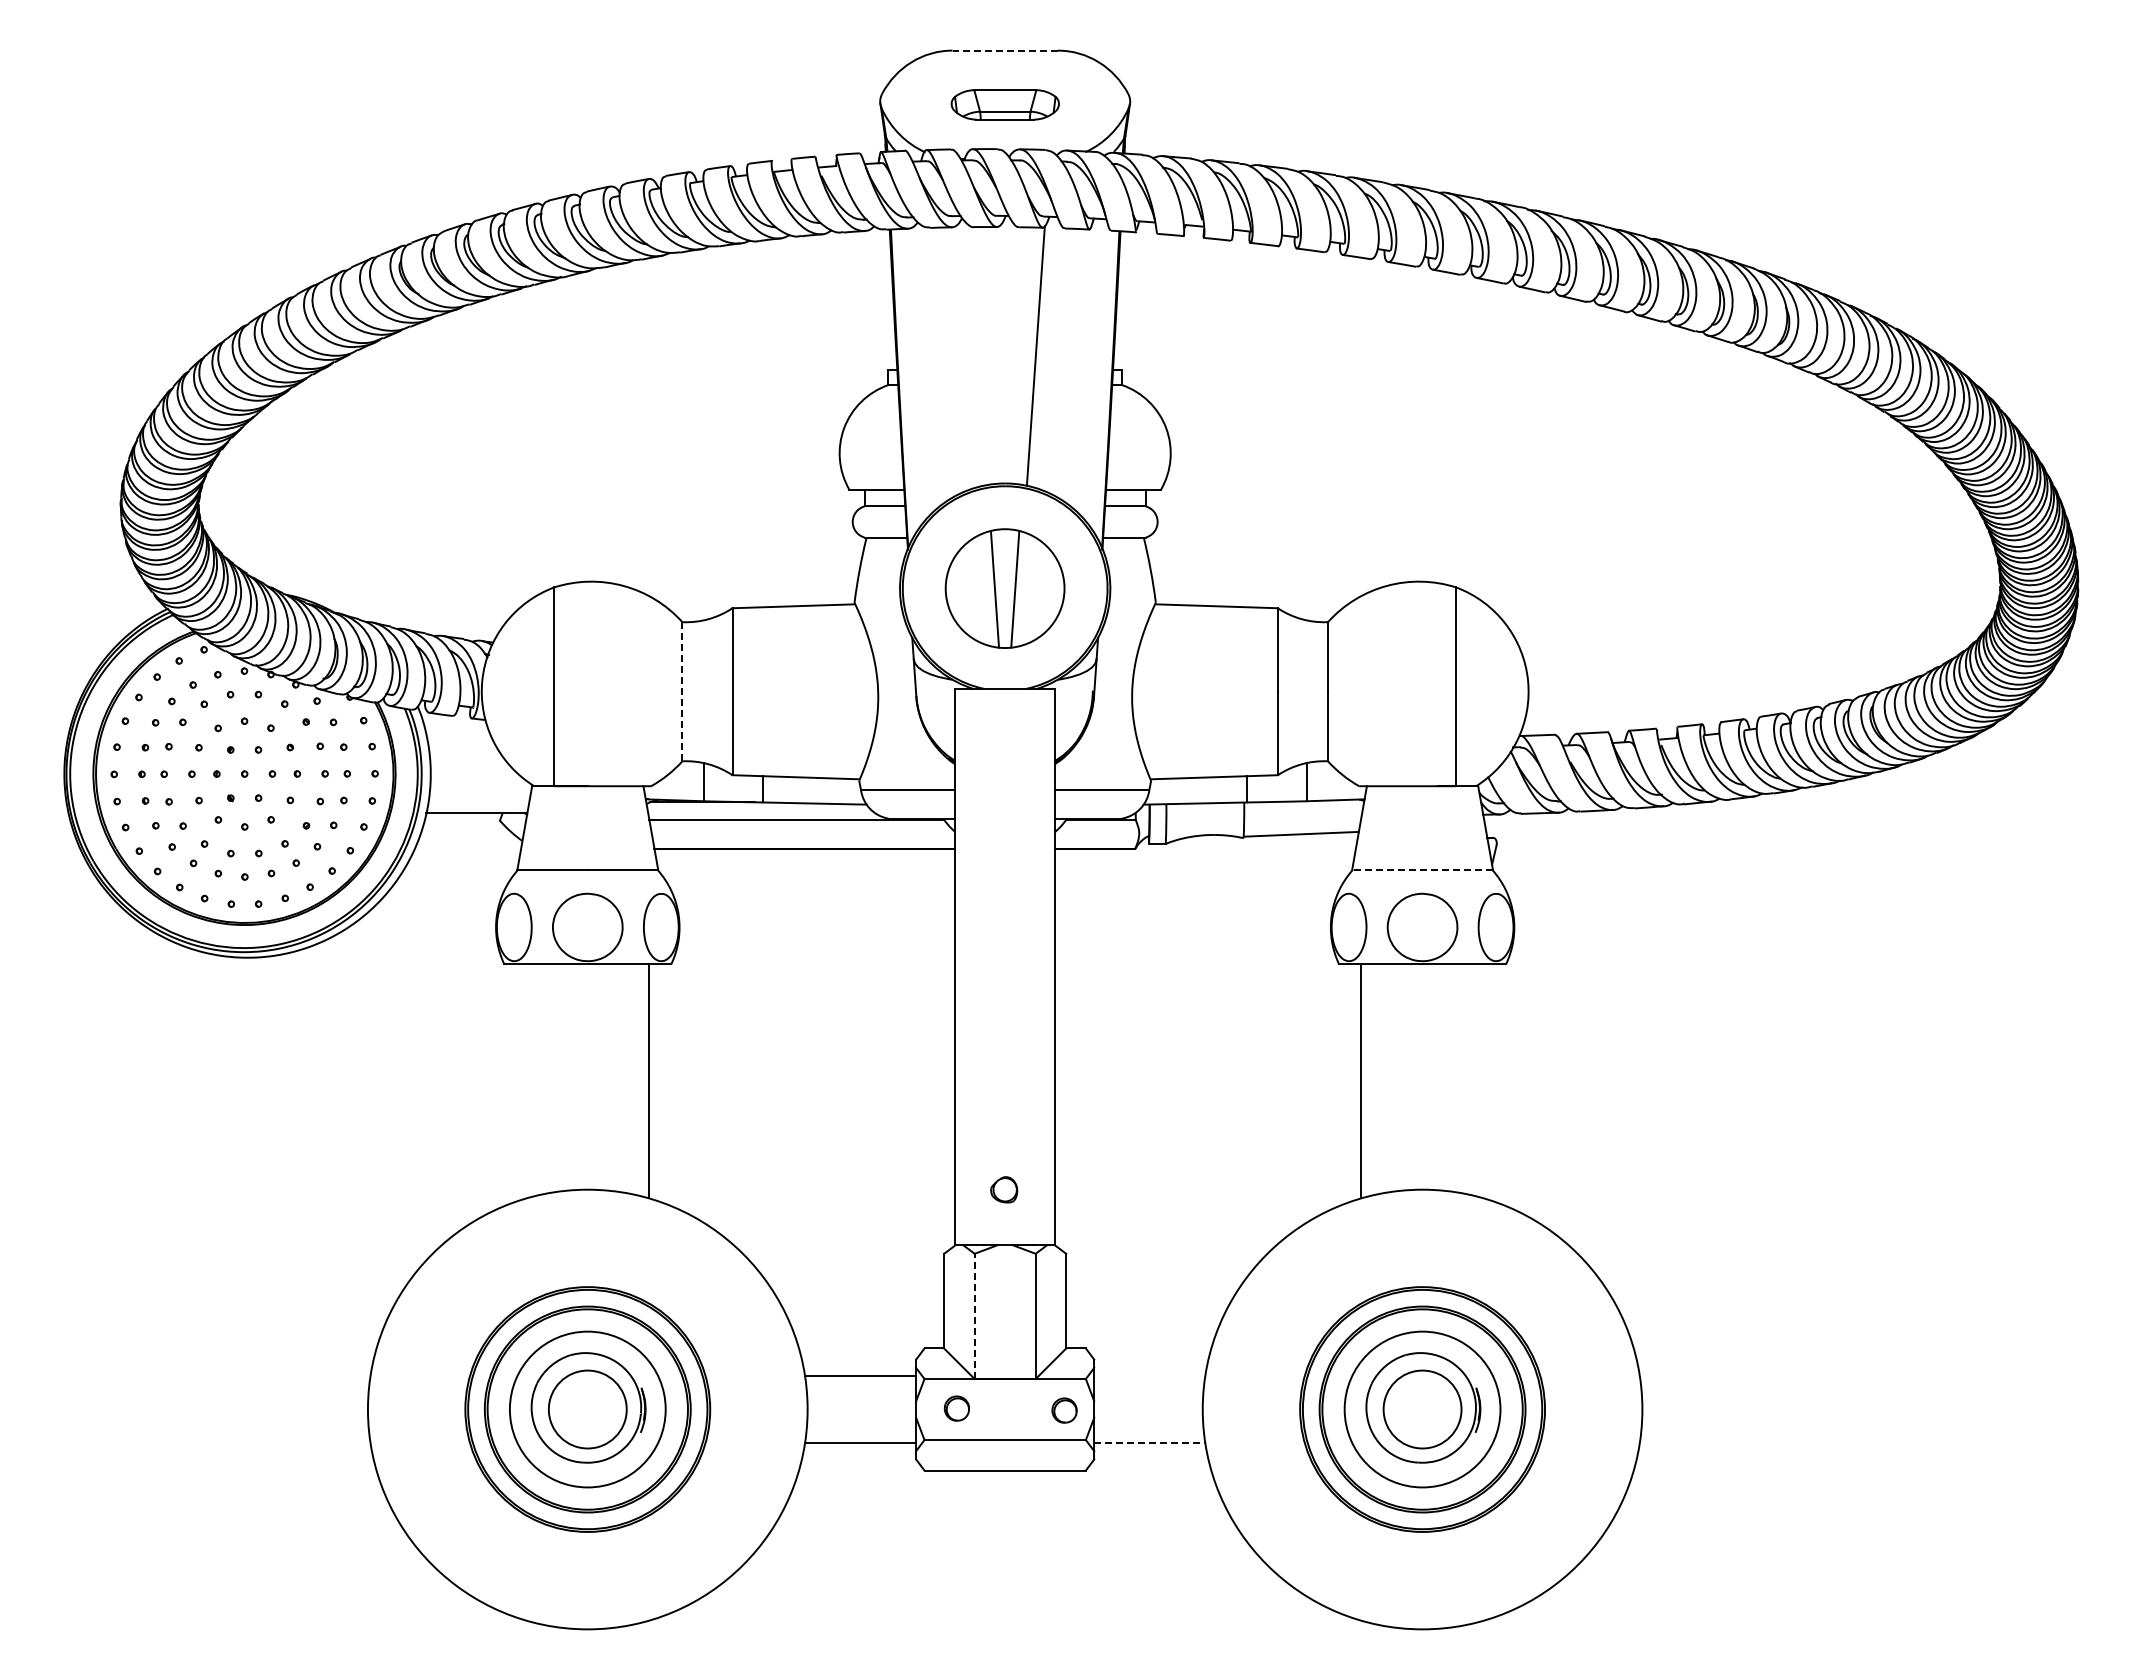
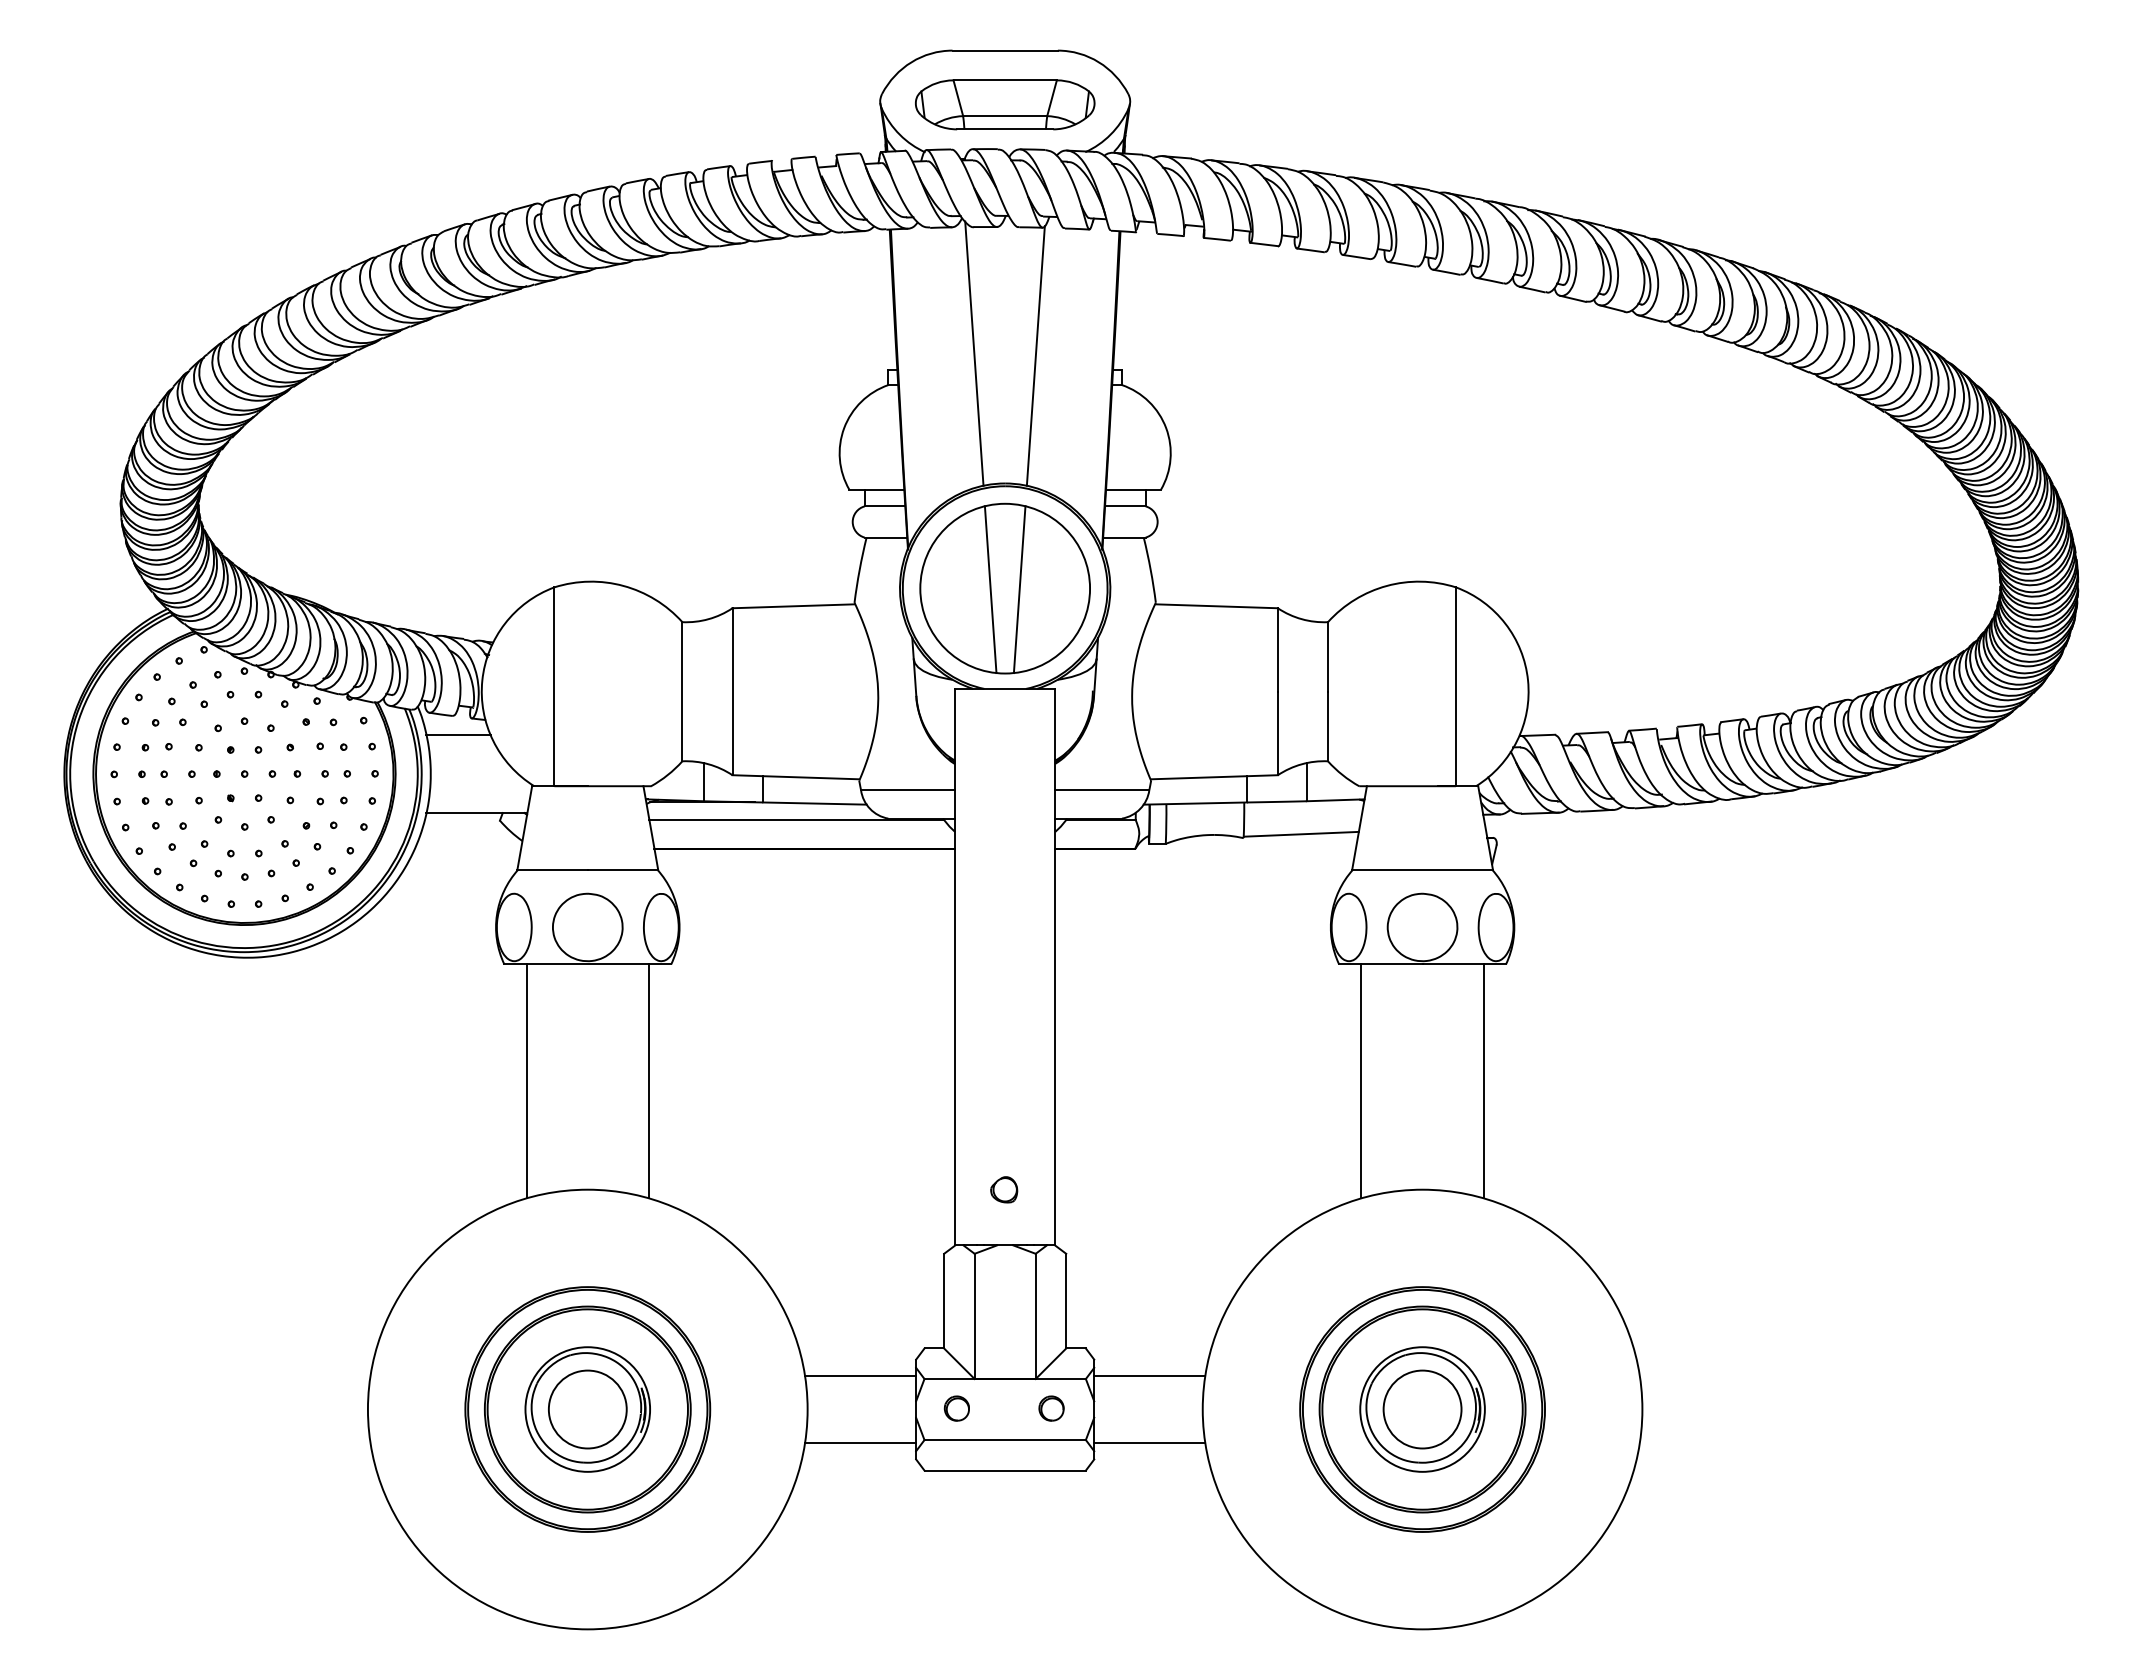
line at (1005, 50): dashed -> solid
part at (1004, 104) size: 110x32 px -> 181x52 px
line at (974, 353): none -> present
part at (1004, 588) size: 122x121 px -> 172x173 px
line at (682, 691): dashed -> solid
line at (458, 735): none -> present
line at (1422, 869): dashed -> solid
line at (526, 1081): none -> present
line at (1483, 1081): none -> present
line at (974, 1316): dashed -> solid
line at (1149, 1376): none -> present
circle at (587, 1409) diameter: 156 px -> 125 px
circle at (1422, 1409) diameter: 156 px -> 125 px
part at (1064, 1410) position: (1064, 1410) -> (1051, 1408)
line at (1149, 1442): dashed -> solid
